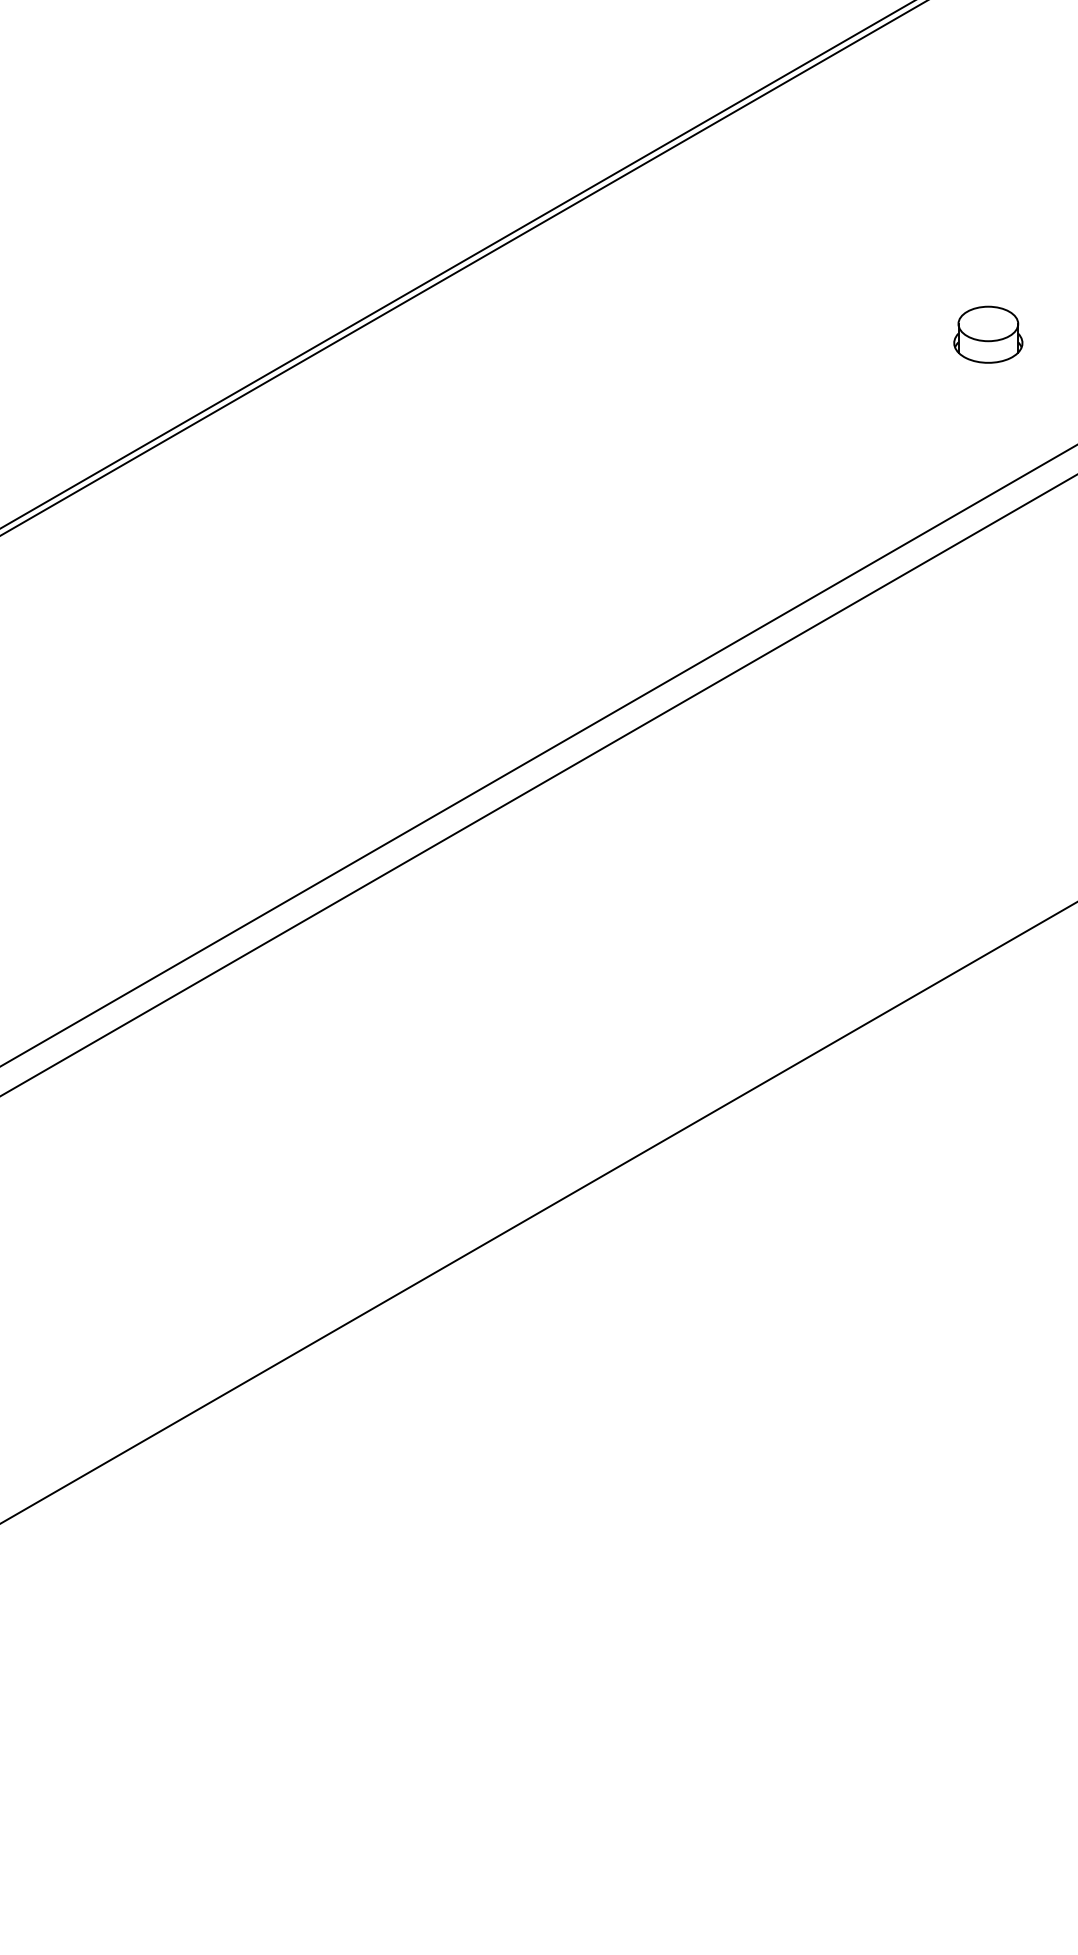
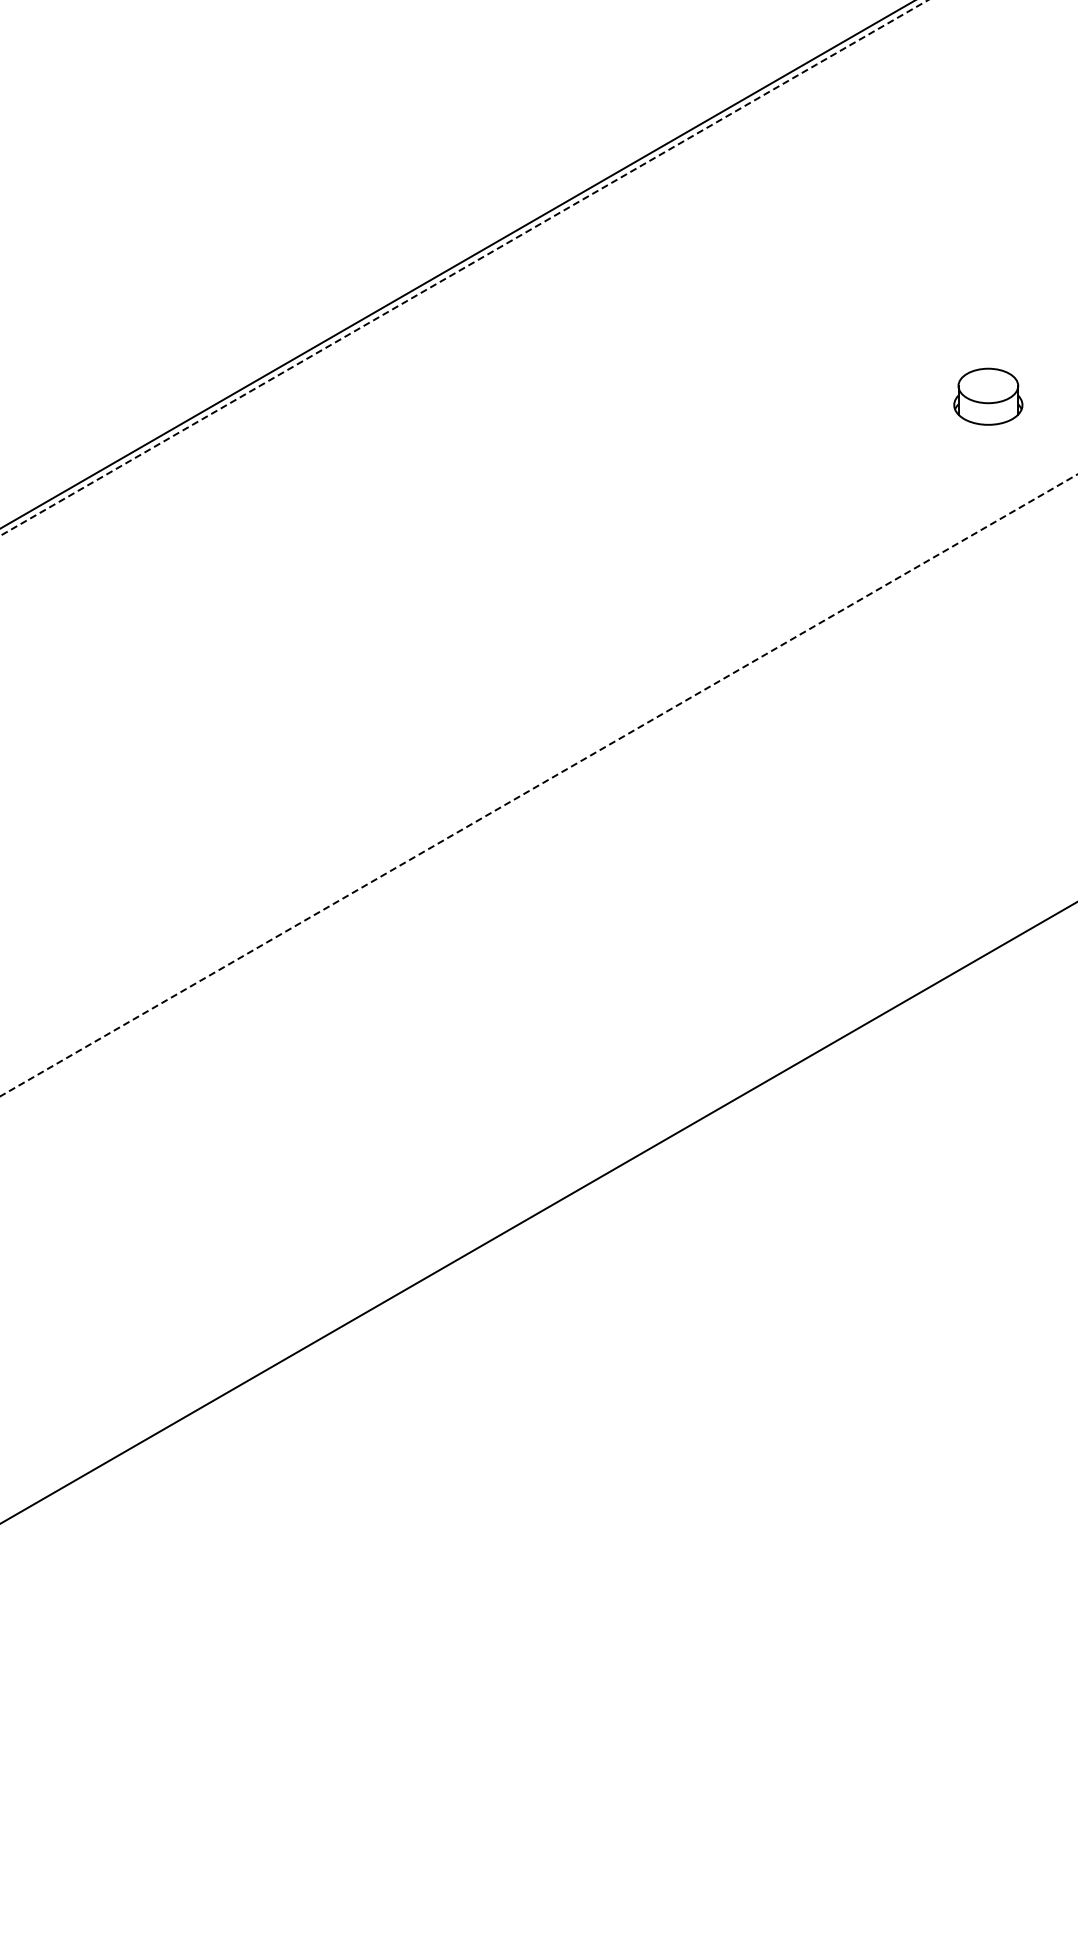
line at (464, 268): solid -> dashed
part at (988, 334) position: (988, 334) -> (988, 396)
line at (538, 755): present -> none
line at (539, 785): solid -> dashed
